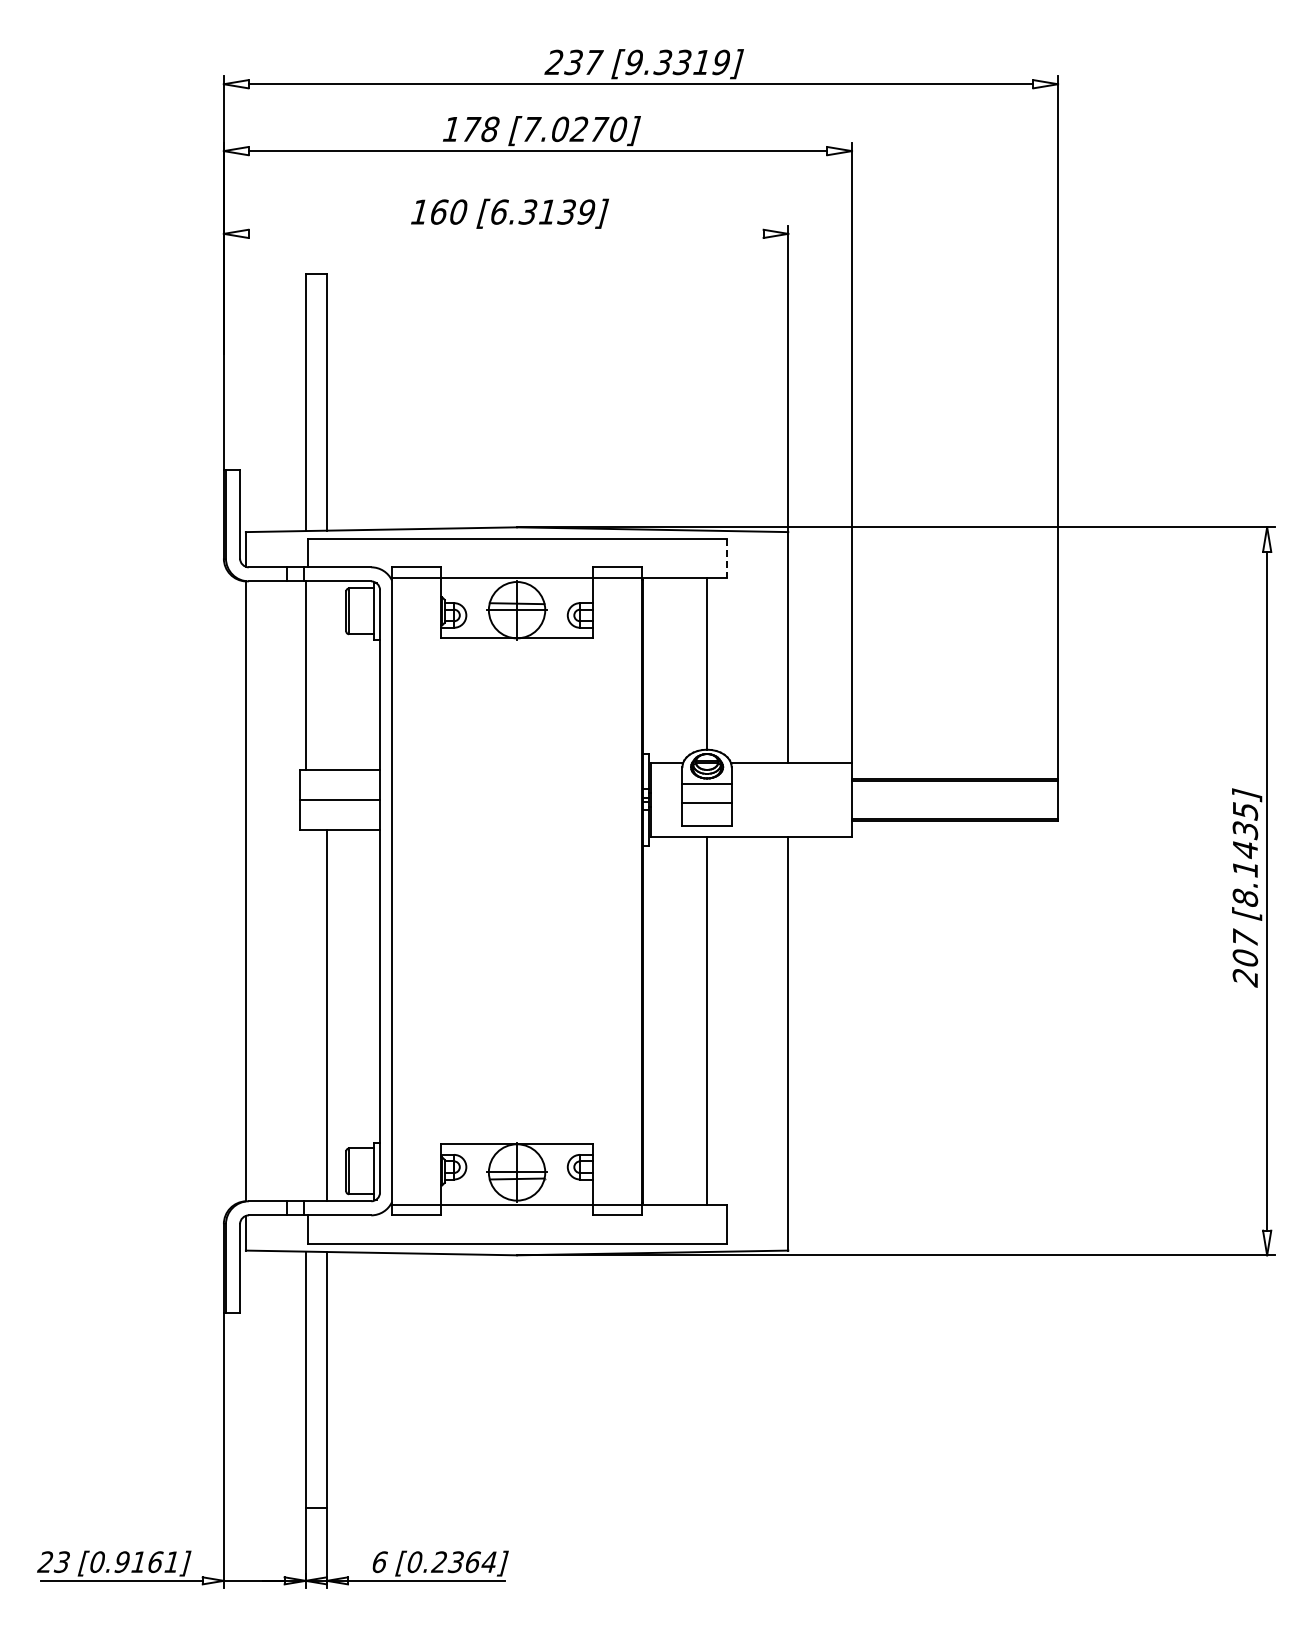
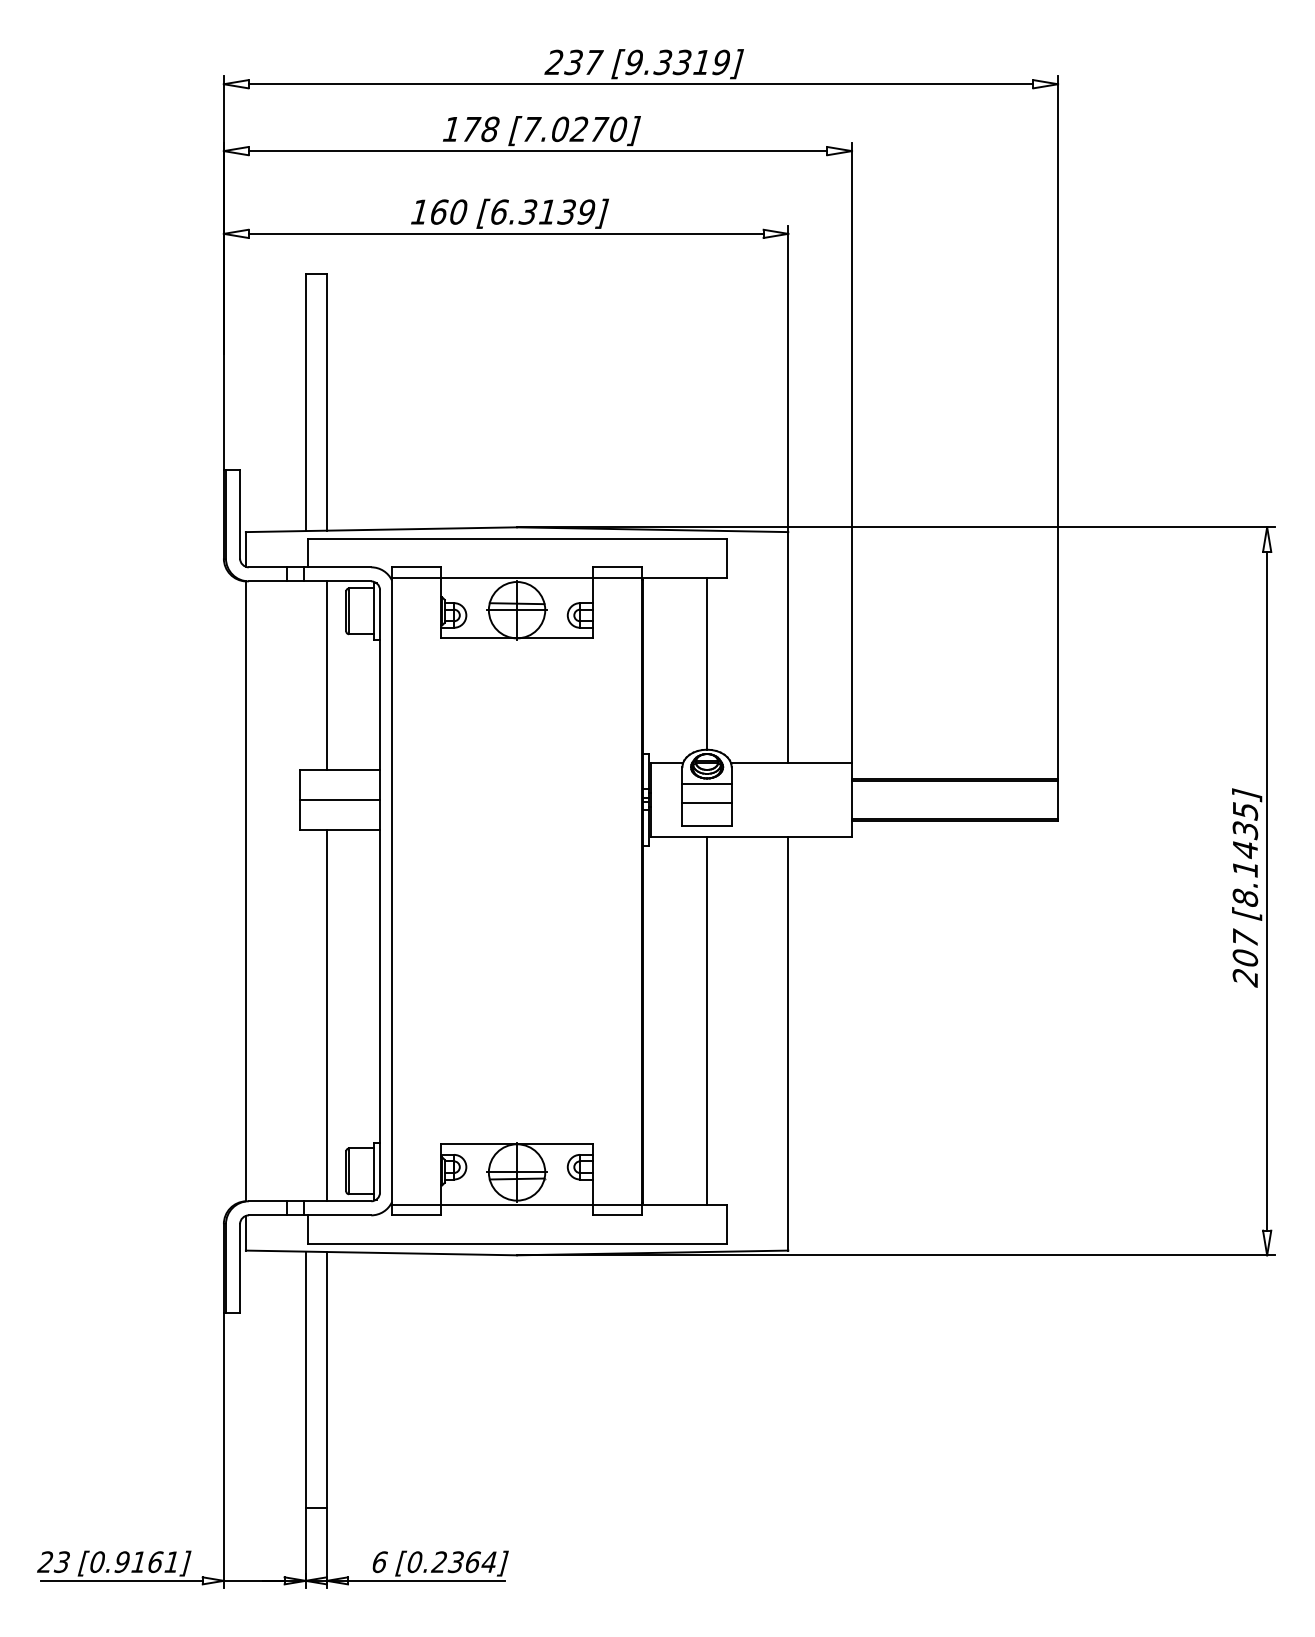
line at (505, 233): none -> present
line at (726, 559): dashed -> solid
line at (305, 675) position: (305, 675) -> (326, 675)
